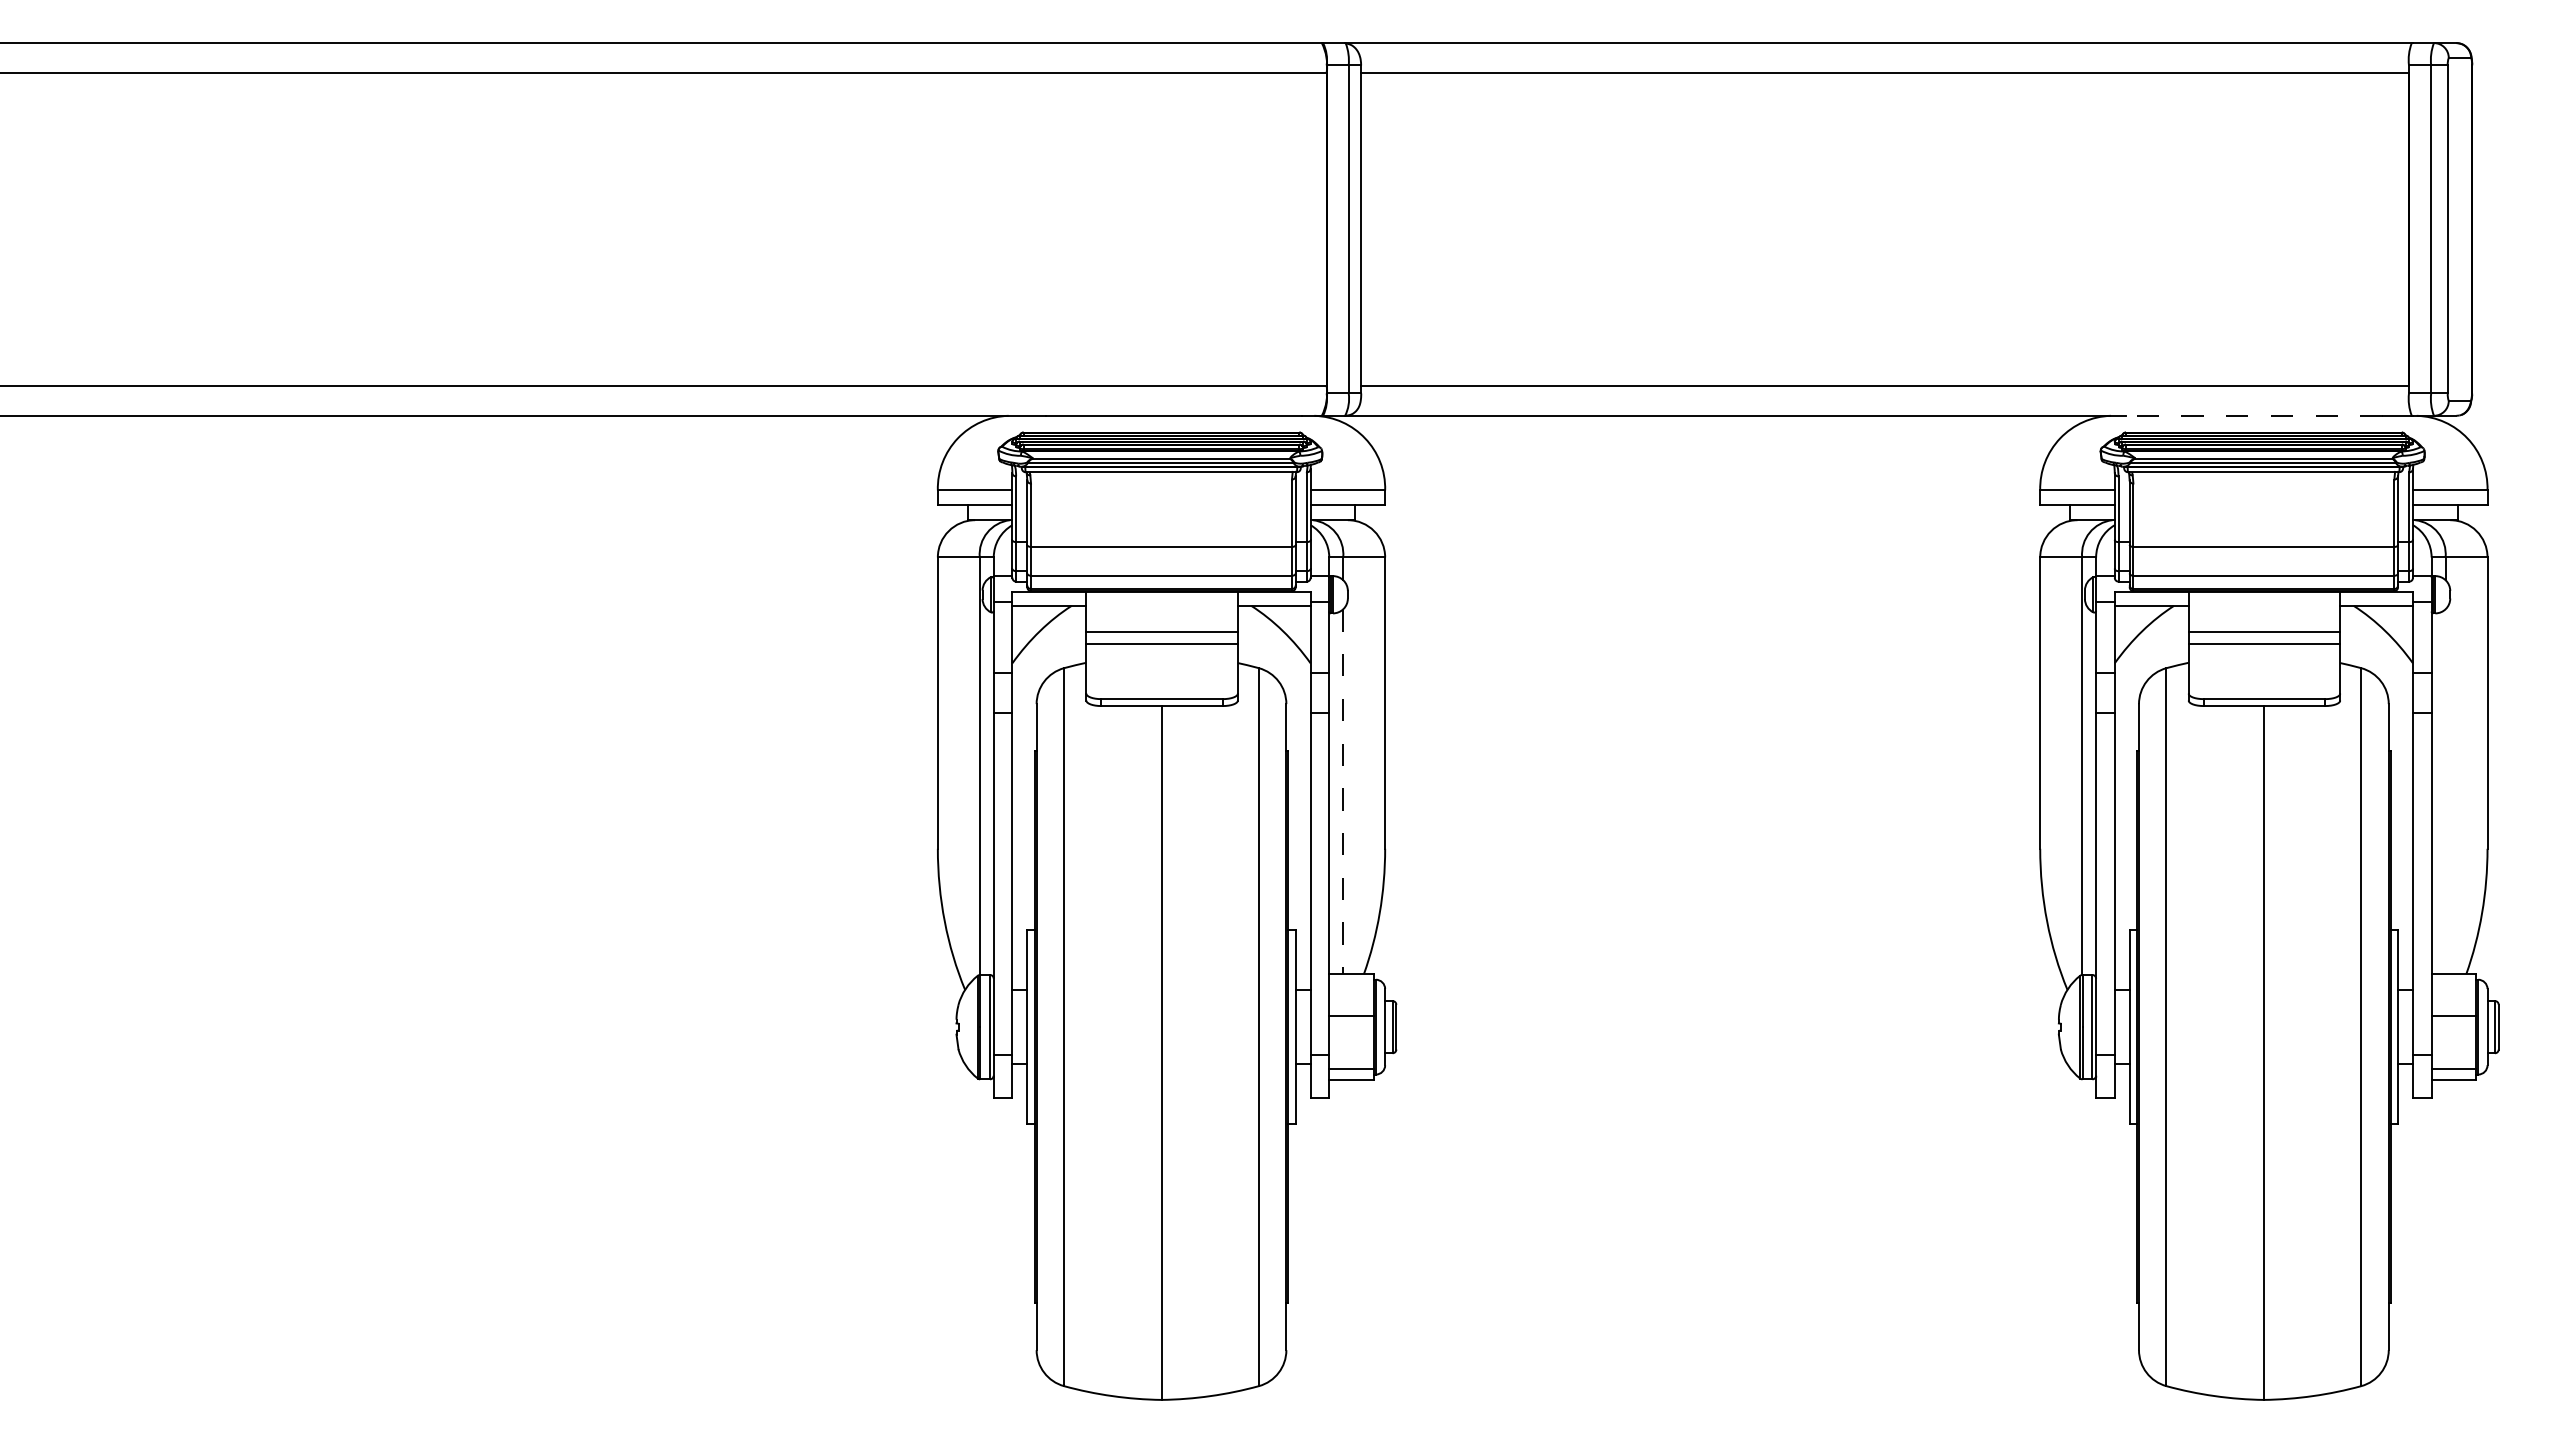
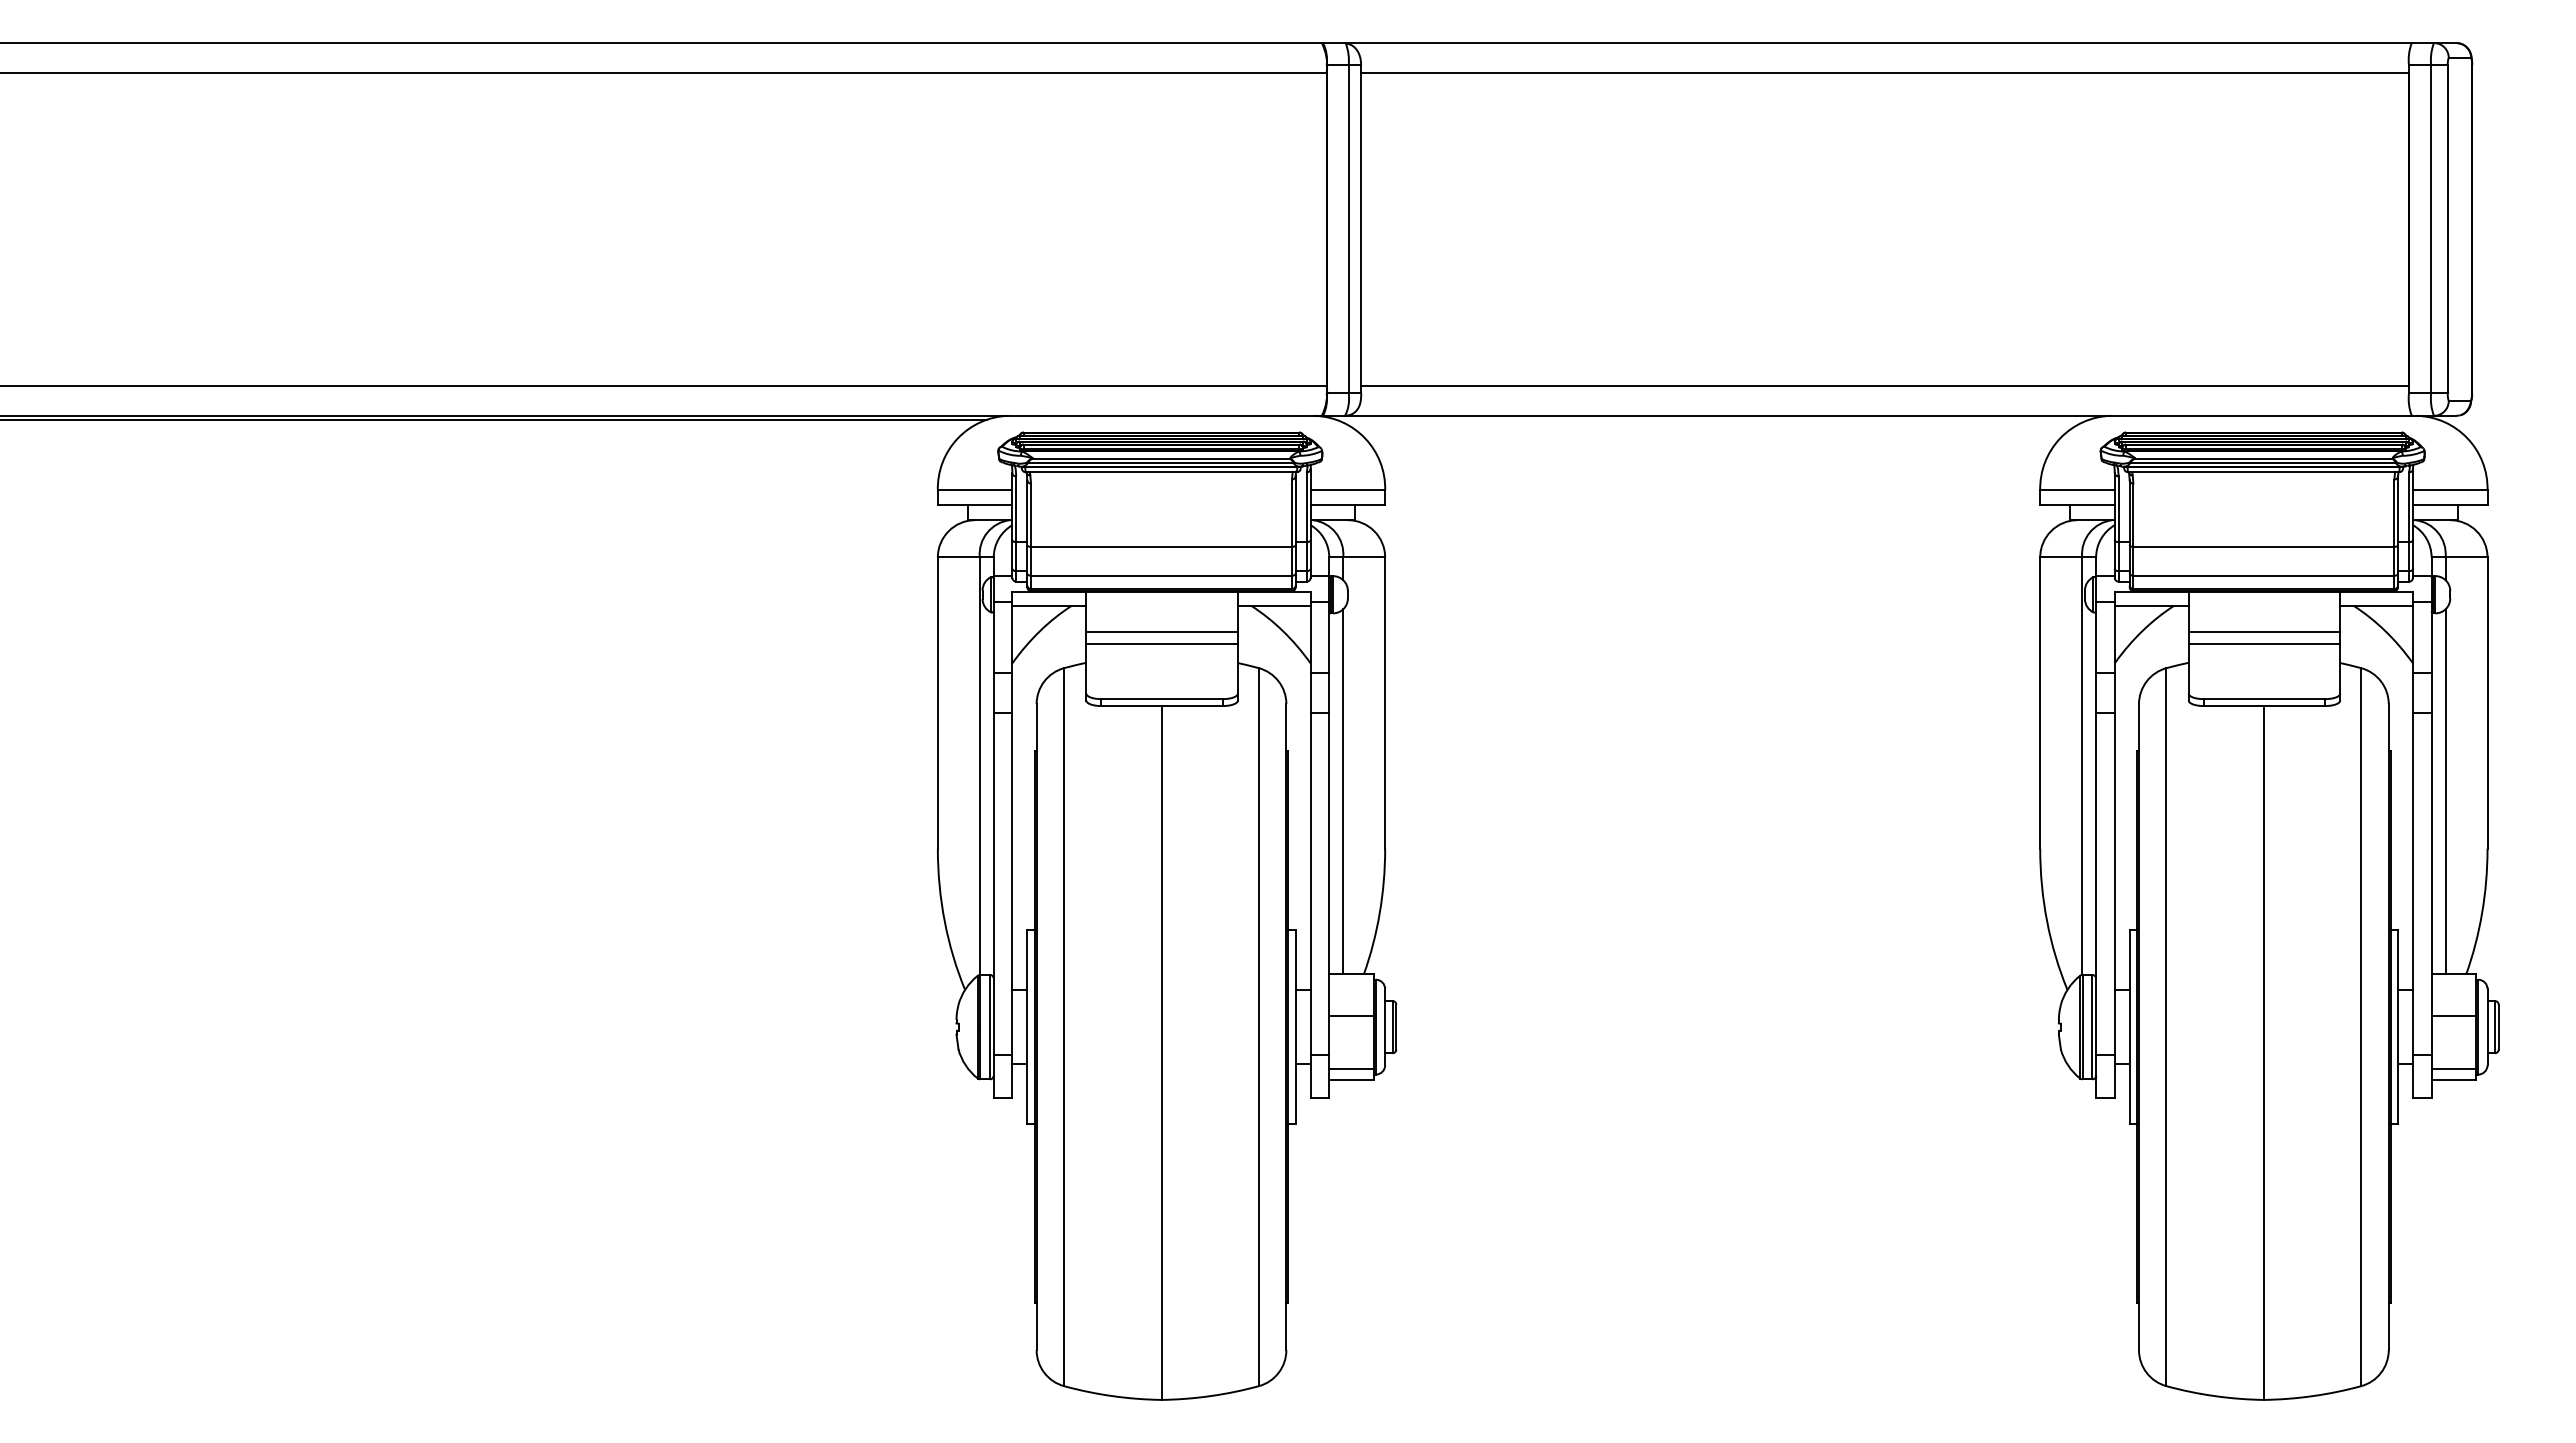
line at (2254, 415): dashed -> solid
line at (494, 419): none -> present
line at (2445, 791): none -> present
line at (1343, 792): dashed -> solid
